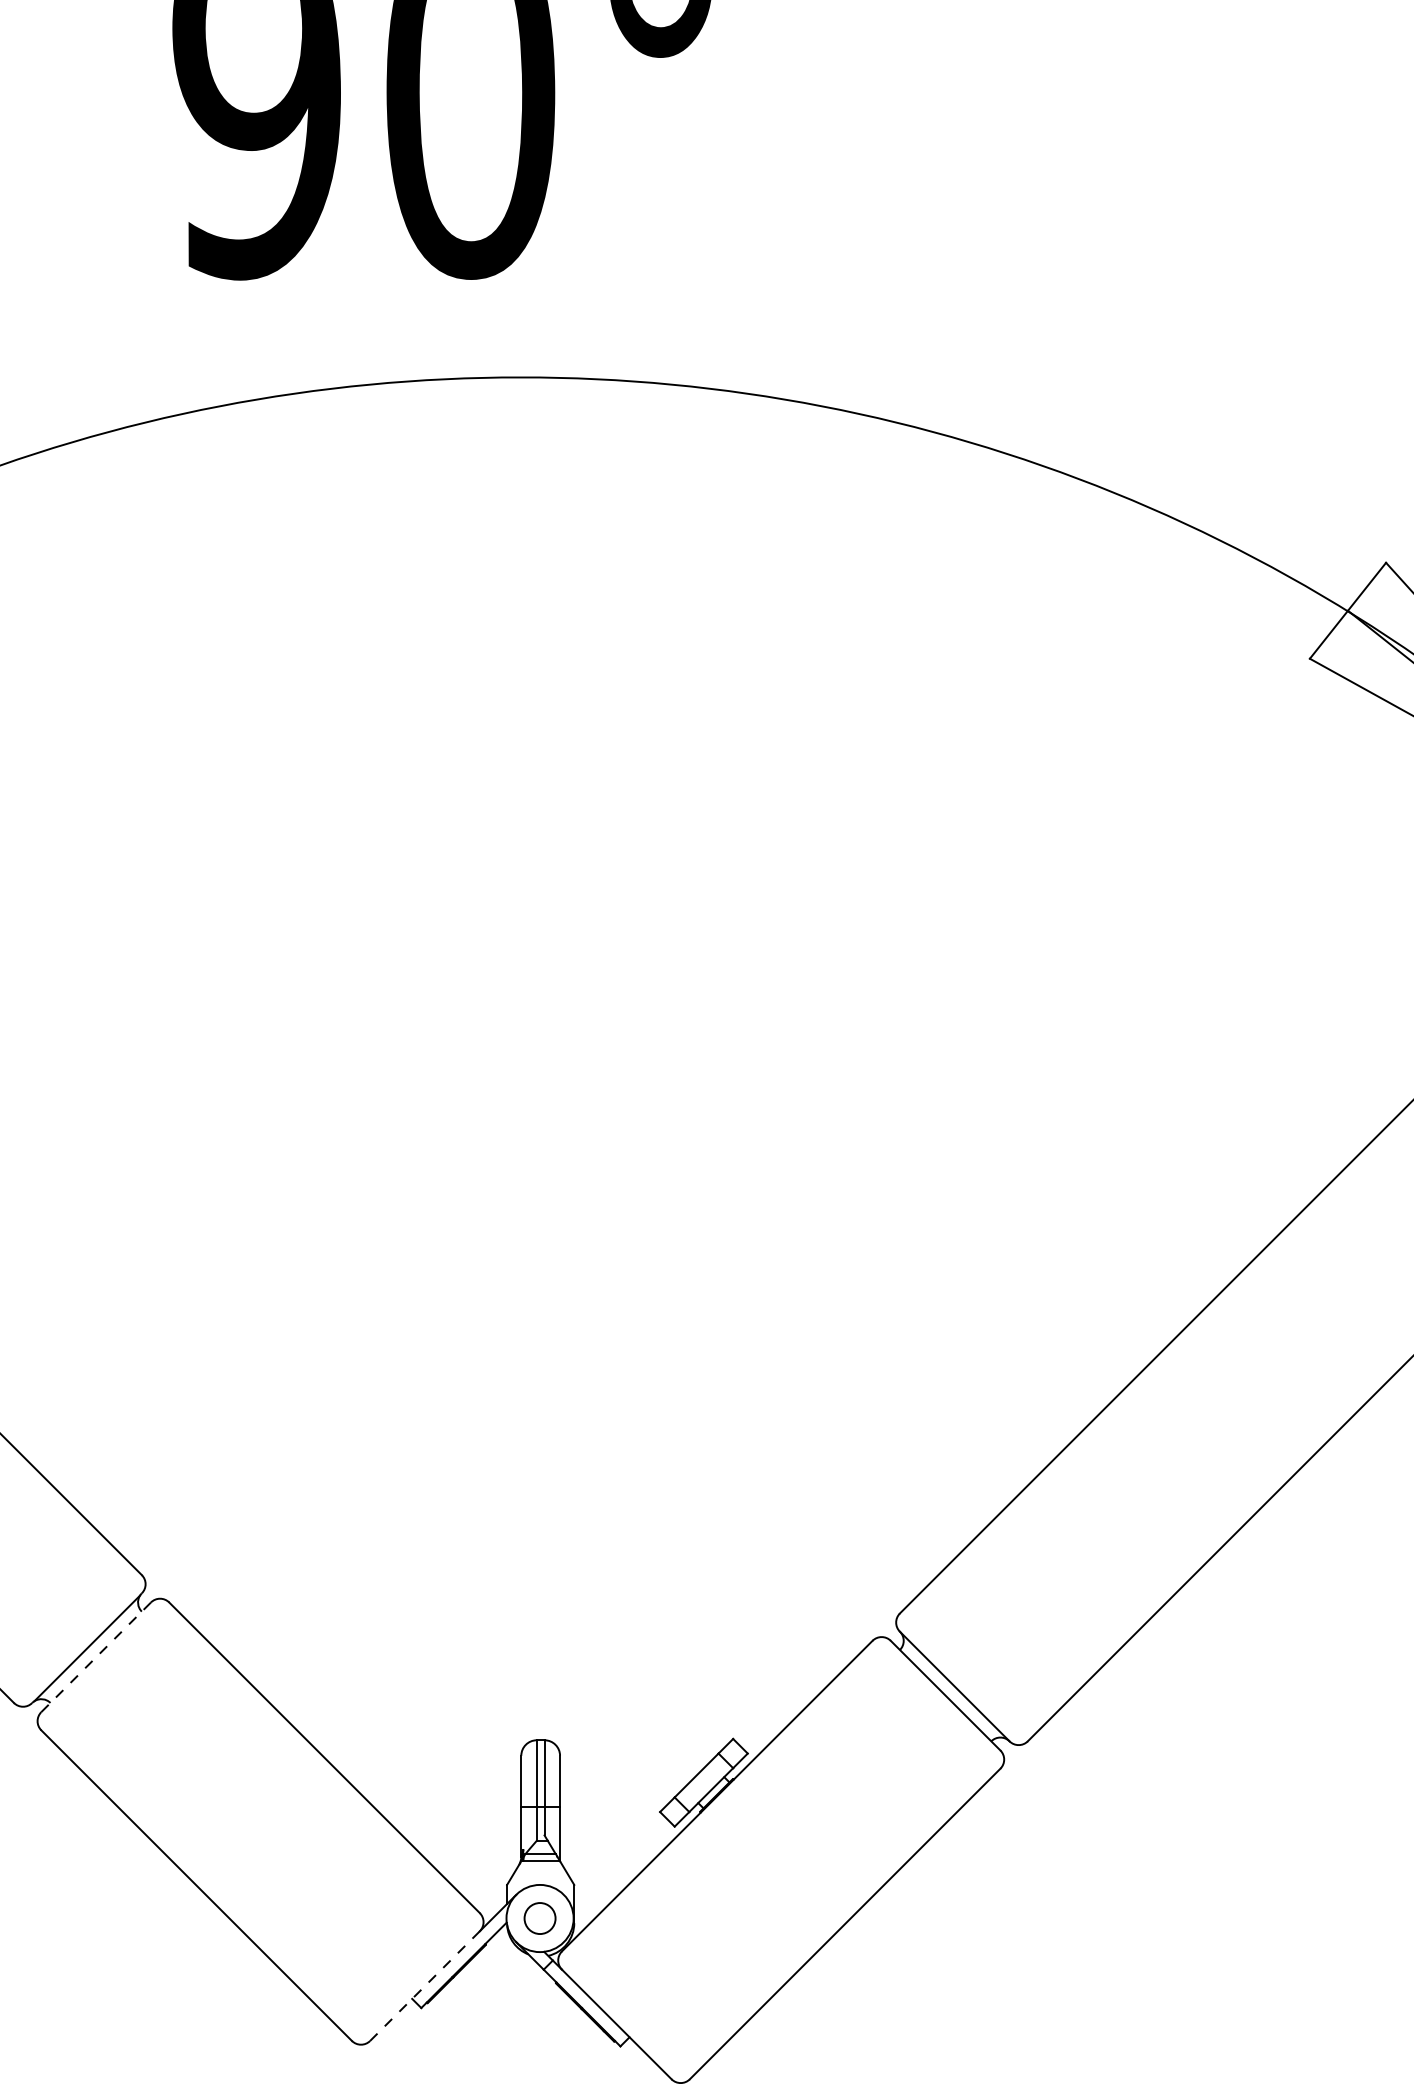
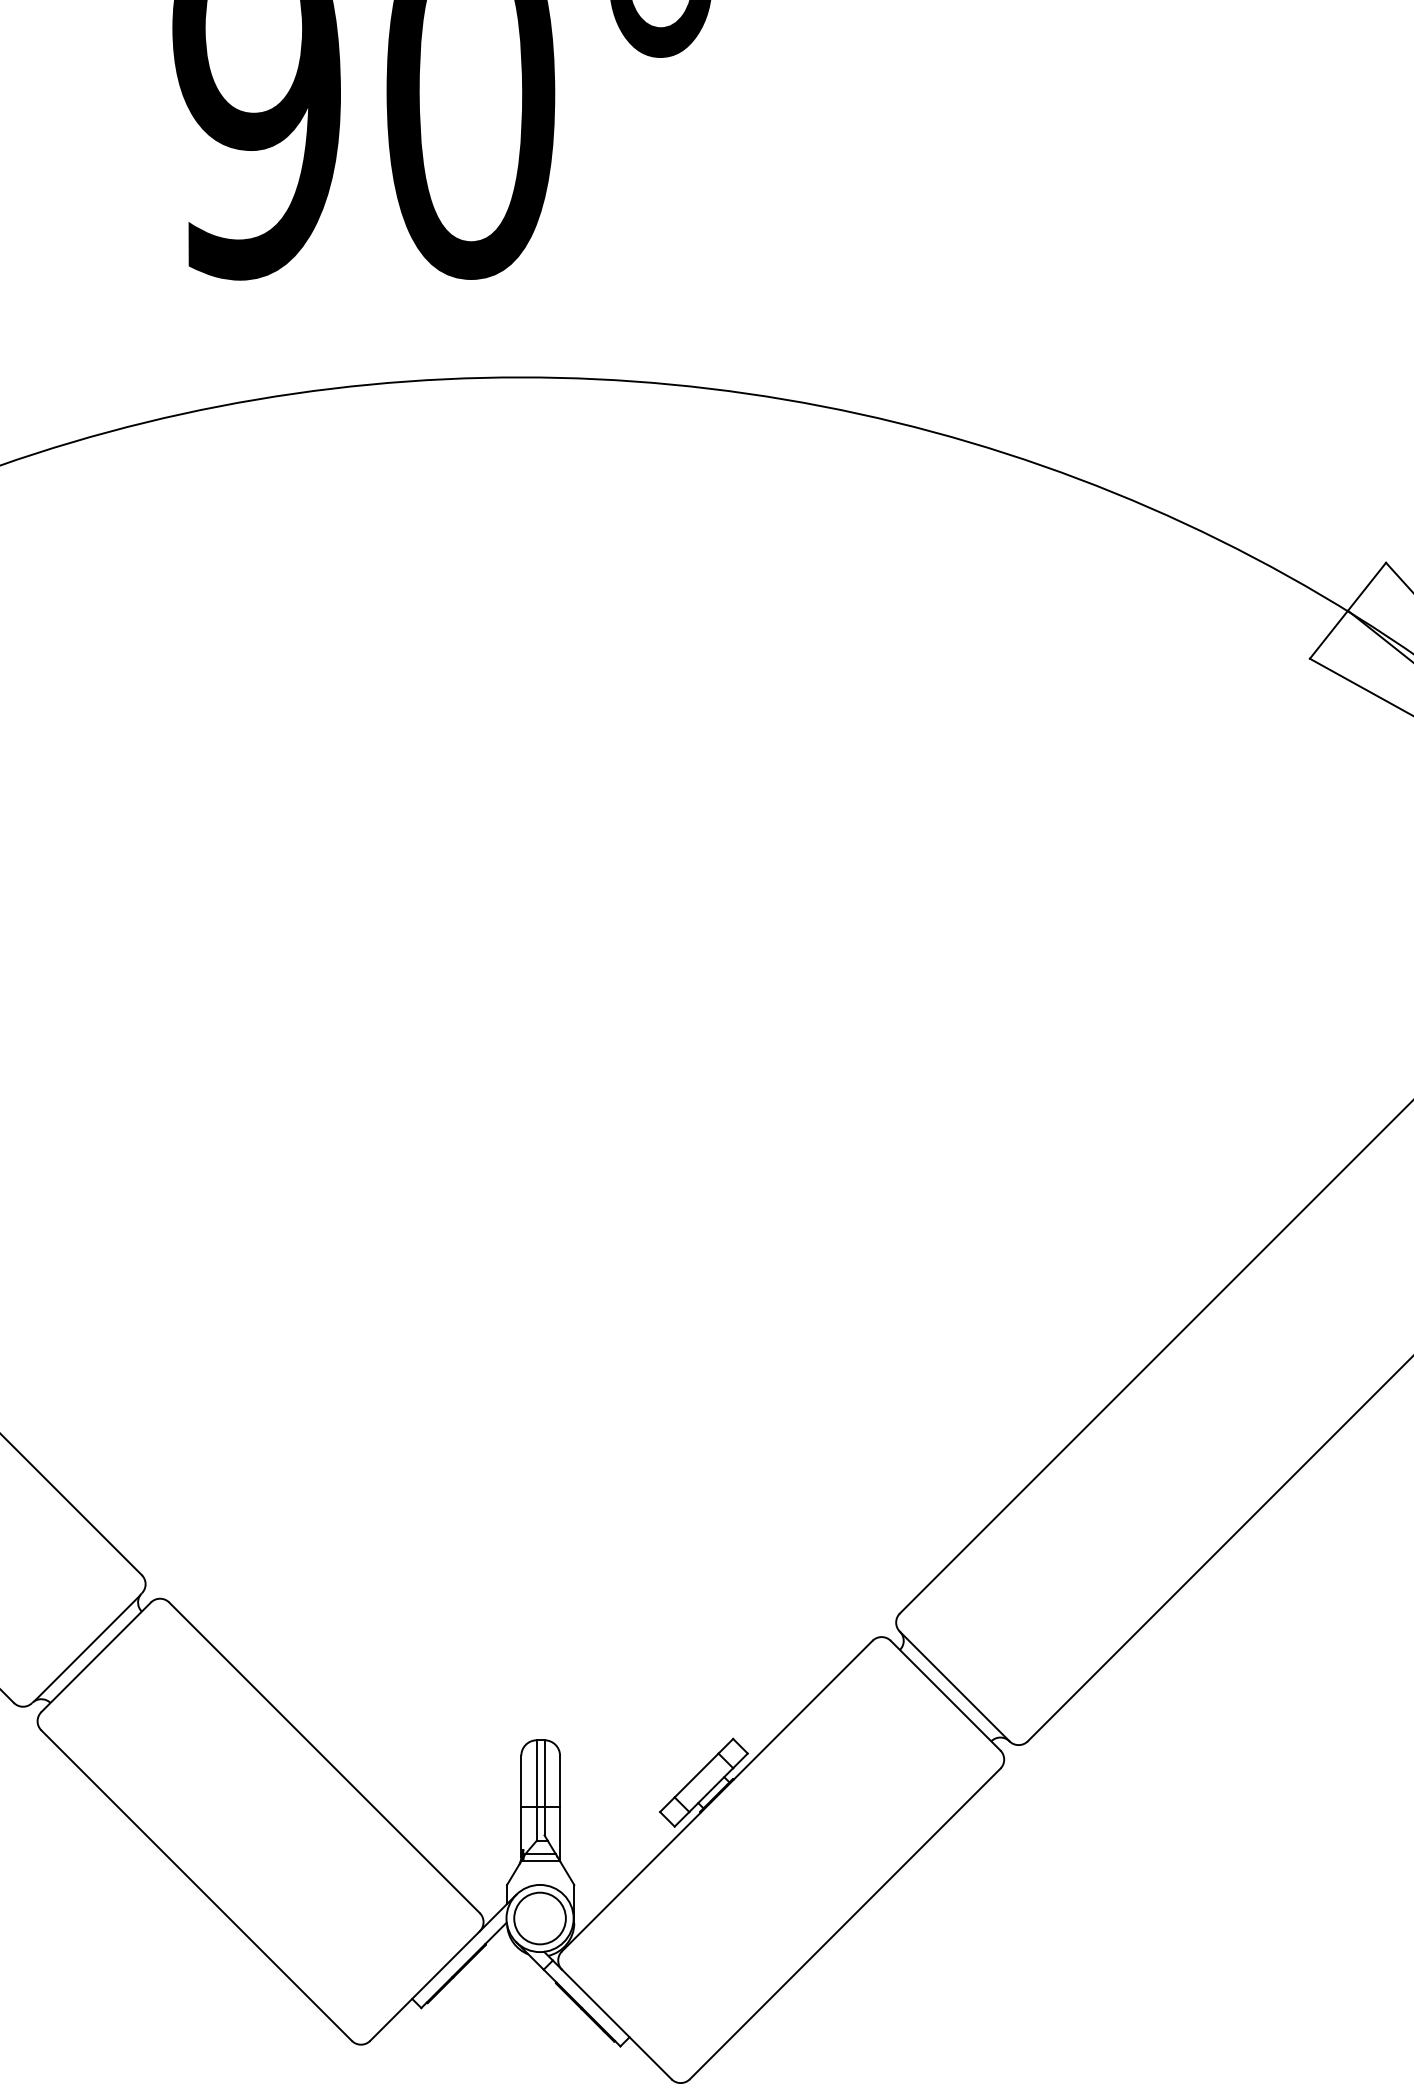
line at (96, 1657): dashed -> solid
circle at (539, 1918) diameter: 31 px -> 52 px
line at (424, 1986): dashed -> solid
